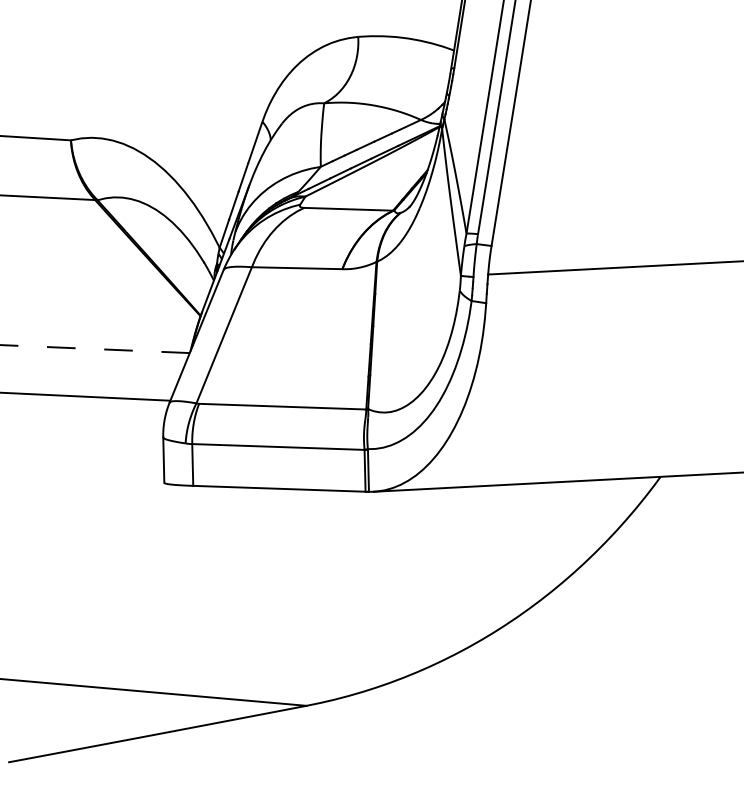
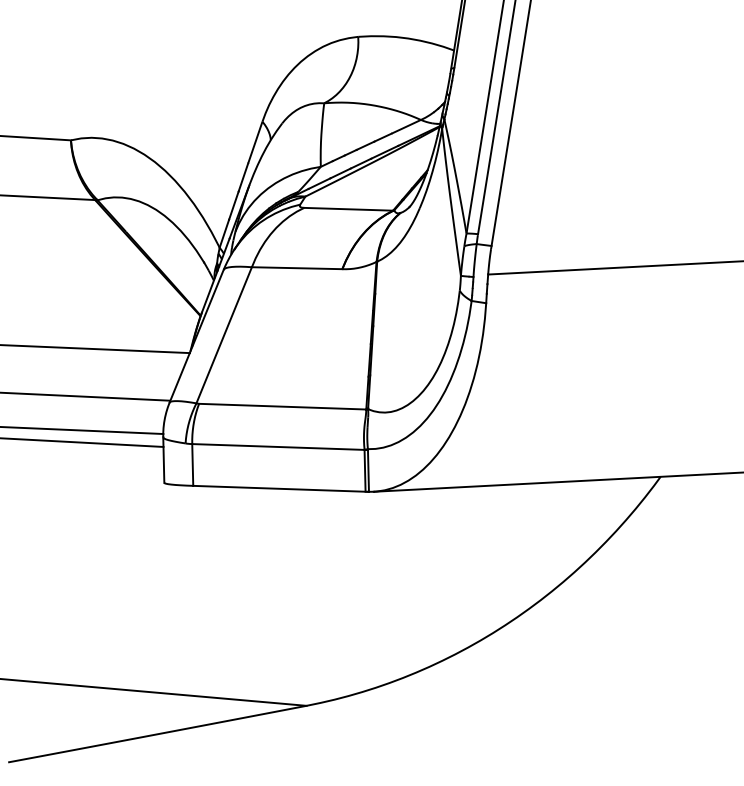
line at (95, 349): dashed -> solid
line at (82, 430): none -> present
line at (82, 442): none -> present
